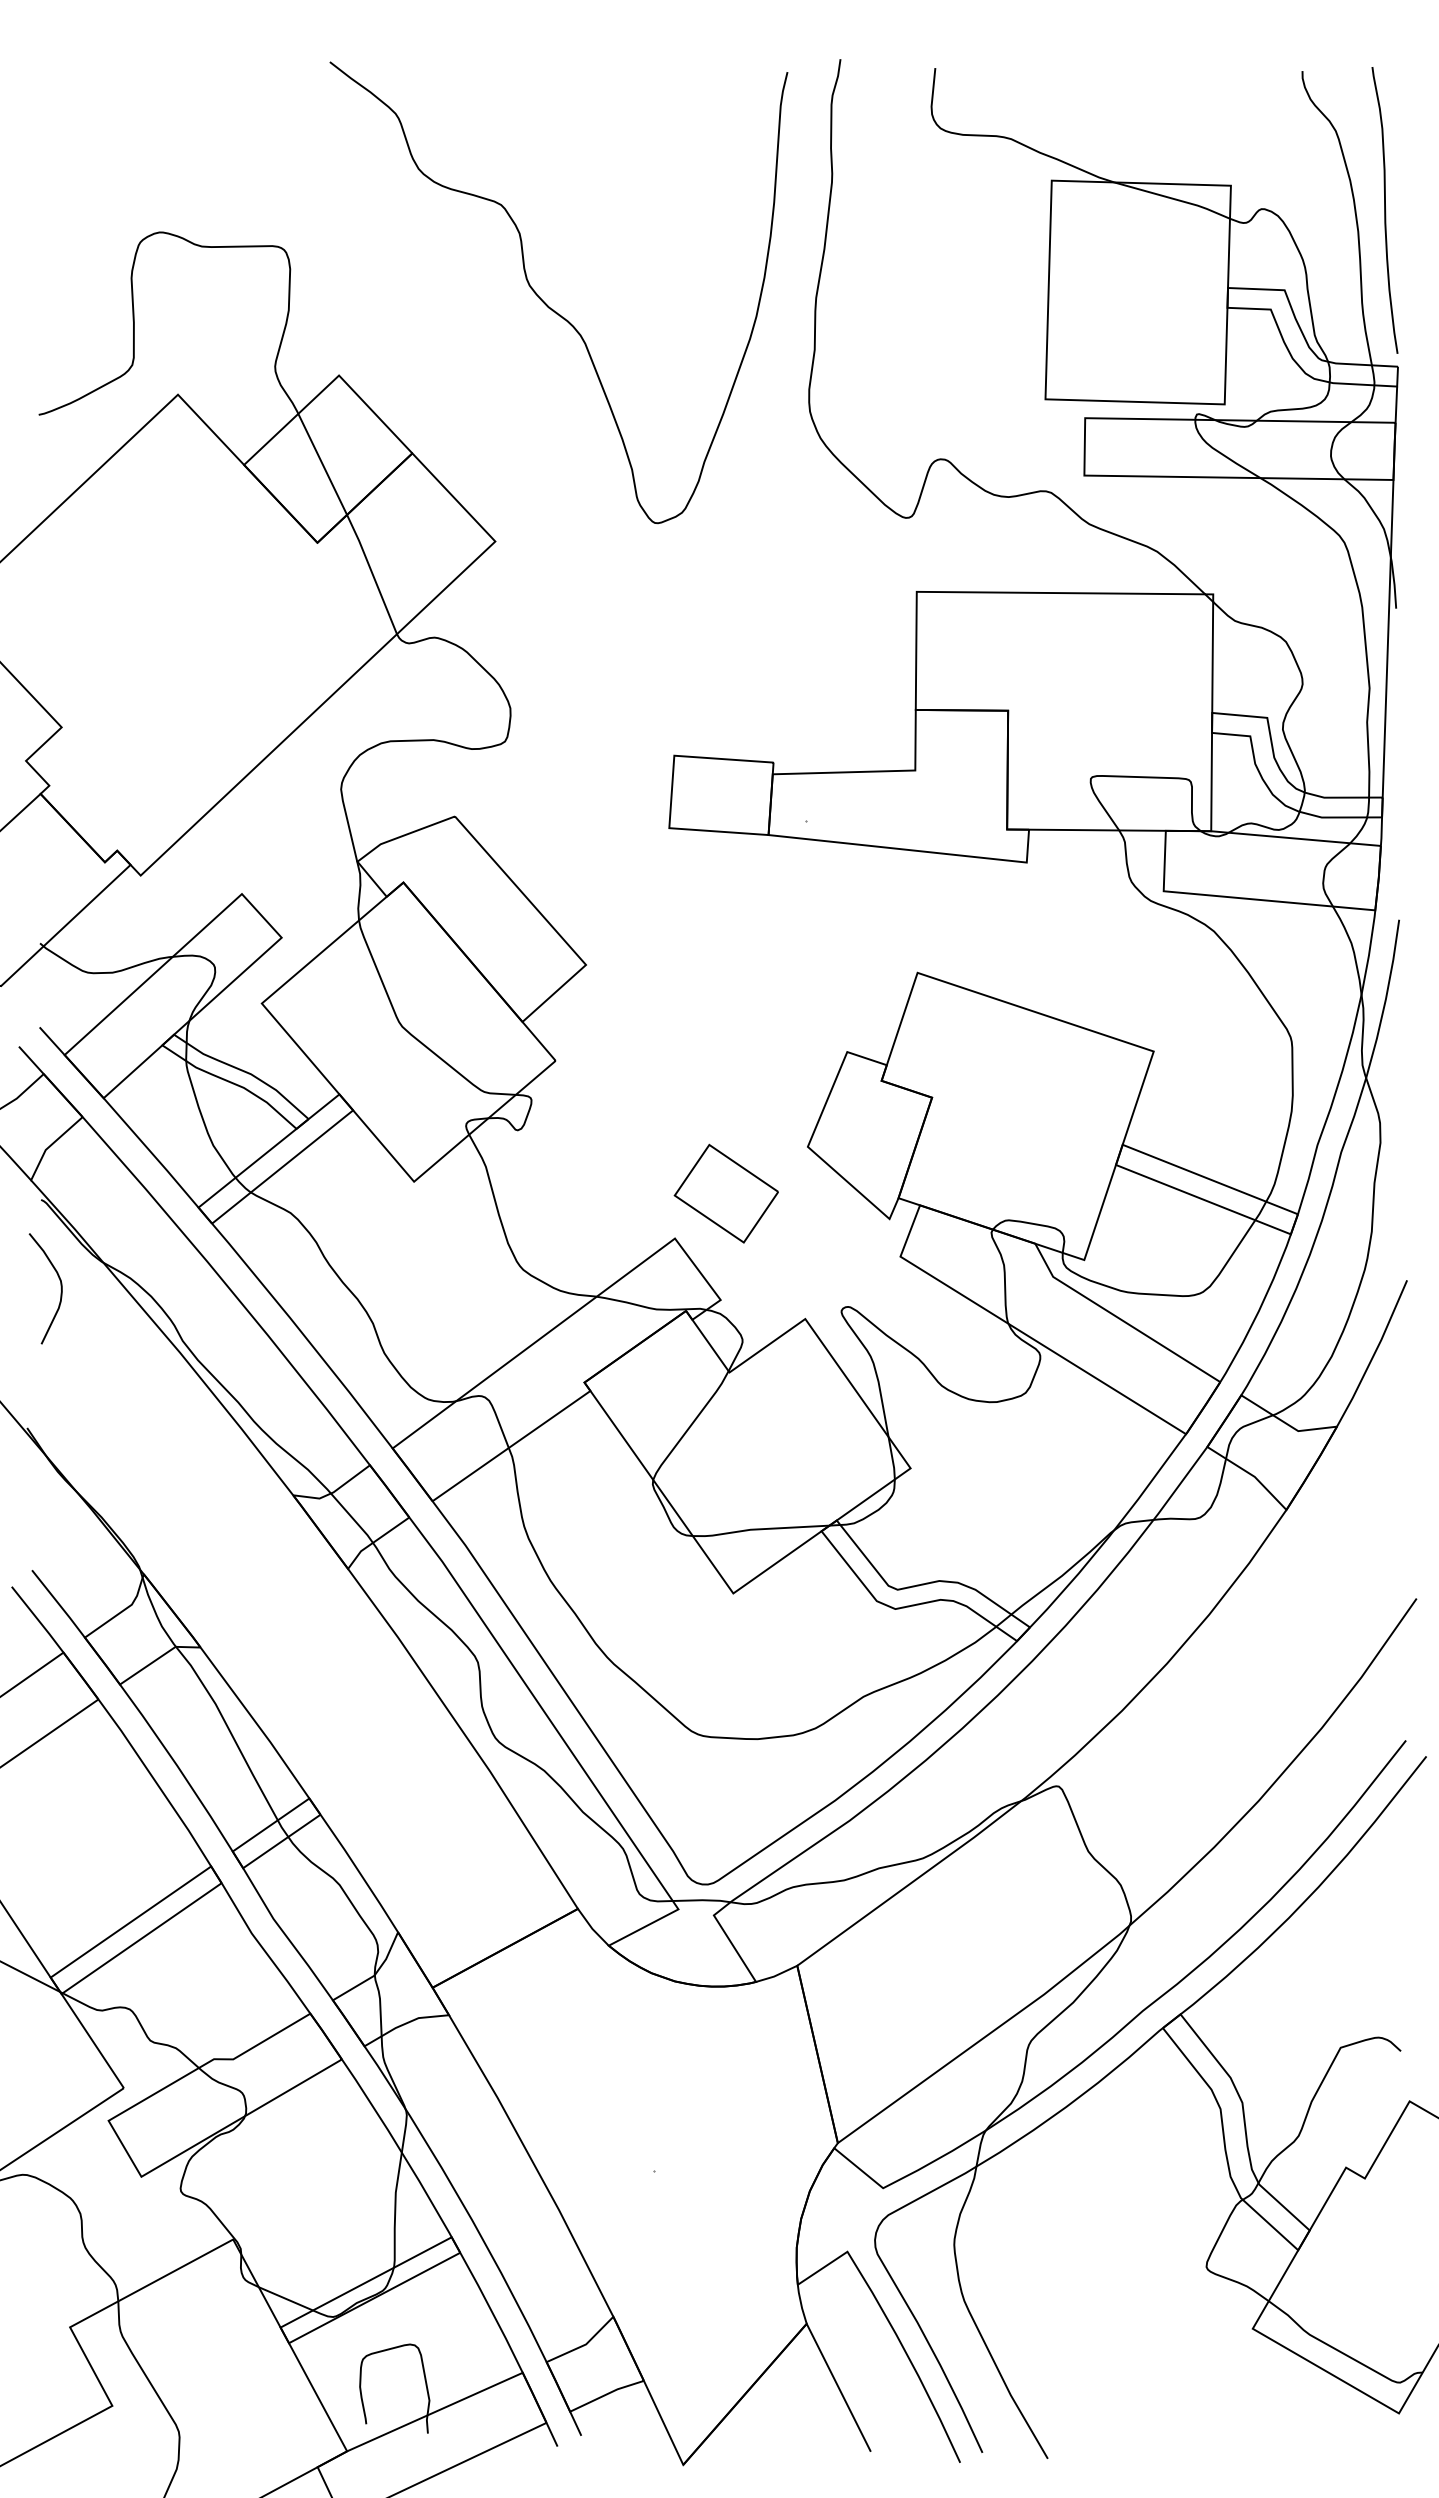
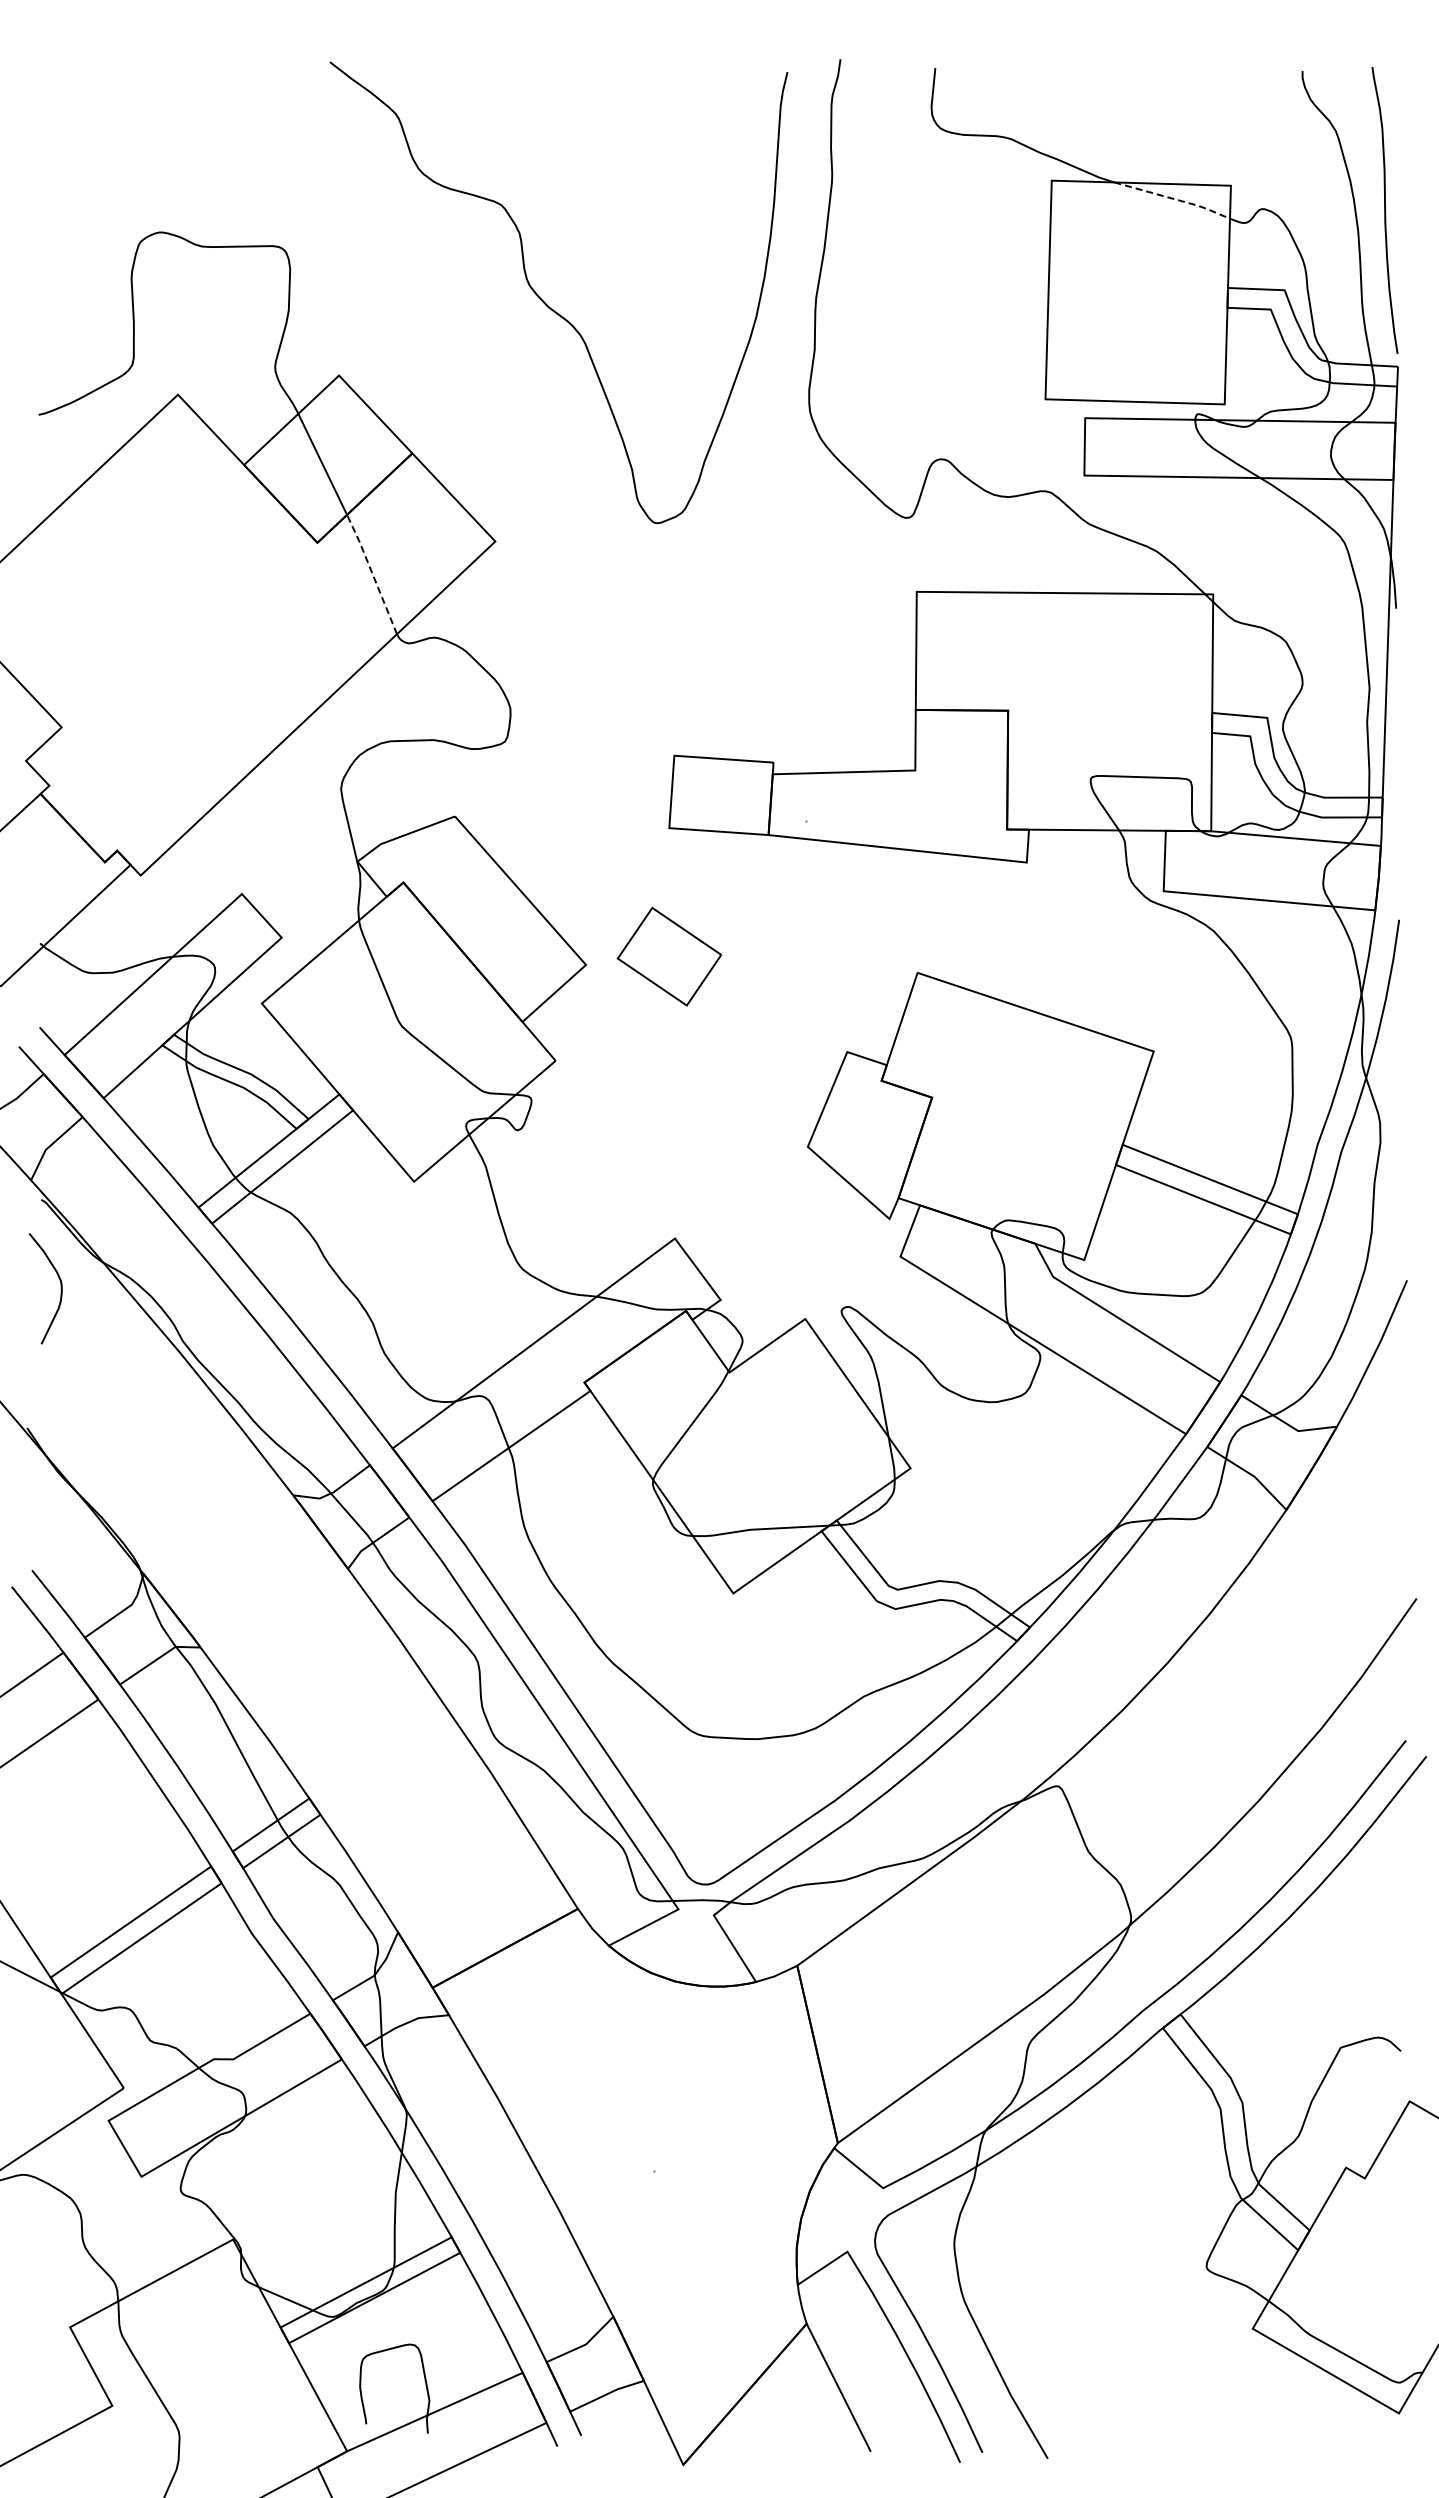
line at (1174, 199): solid -> dashed
line at (372, 573): solid -> dashed
part at (725, 1193) position: (725, 1193) -> (668, 956)
